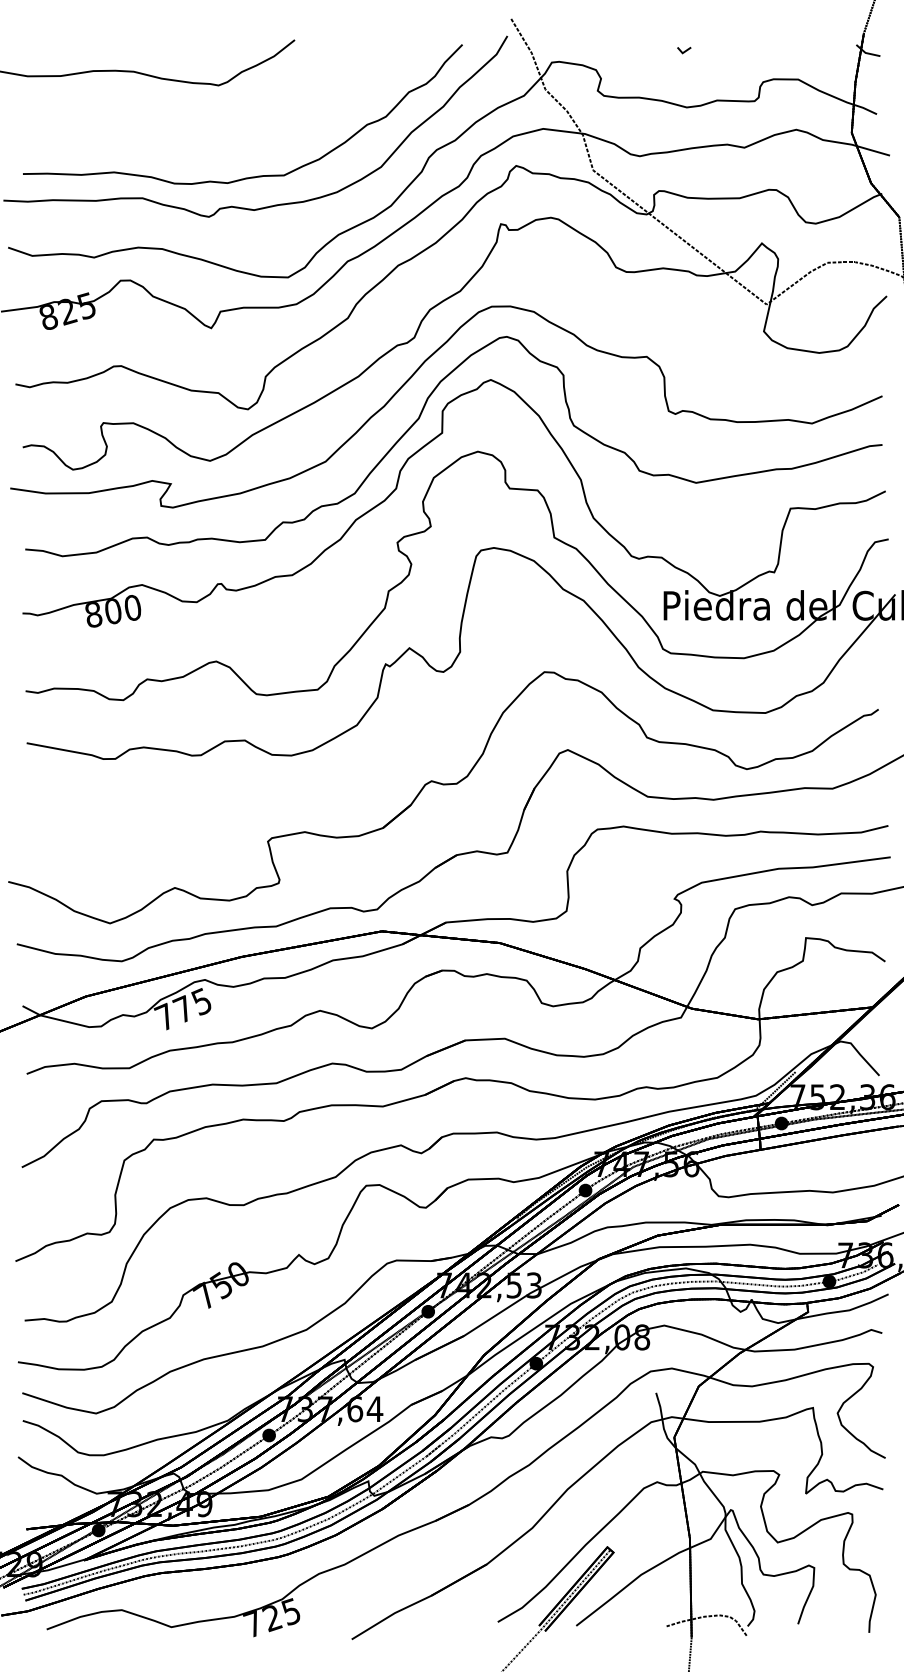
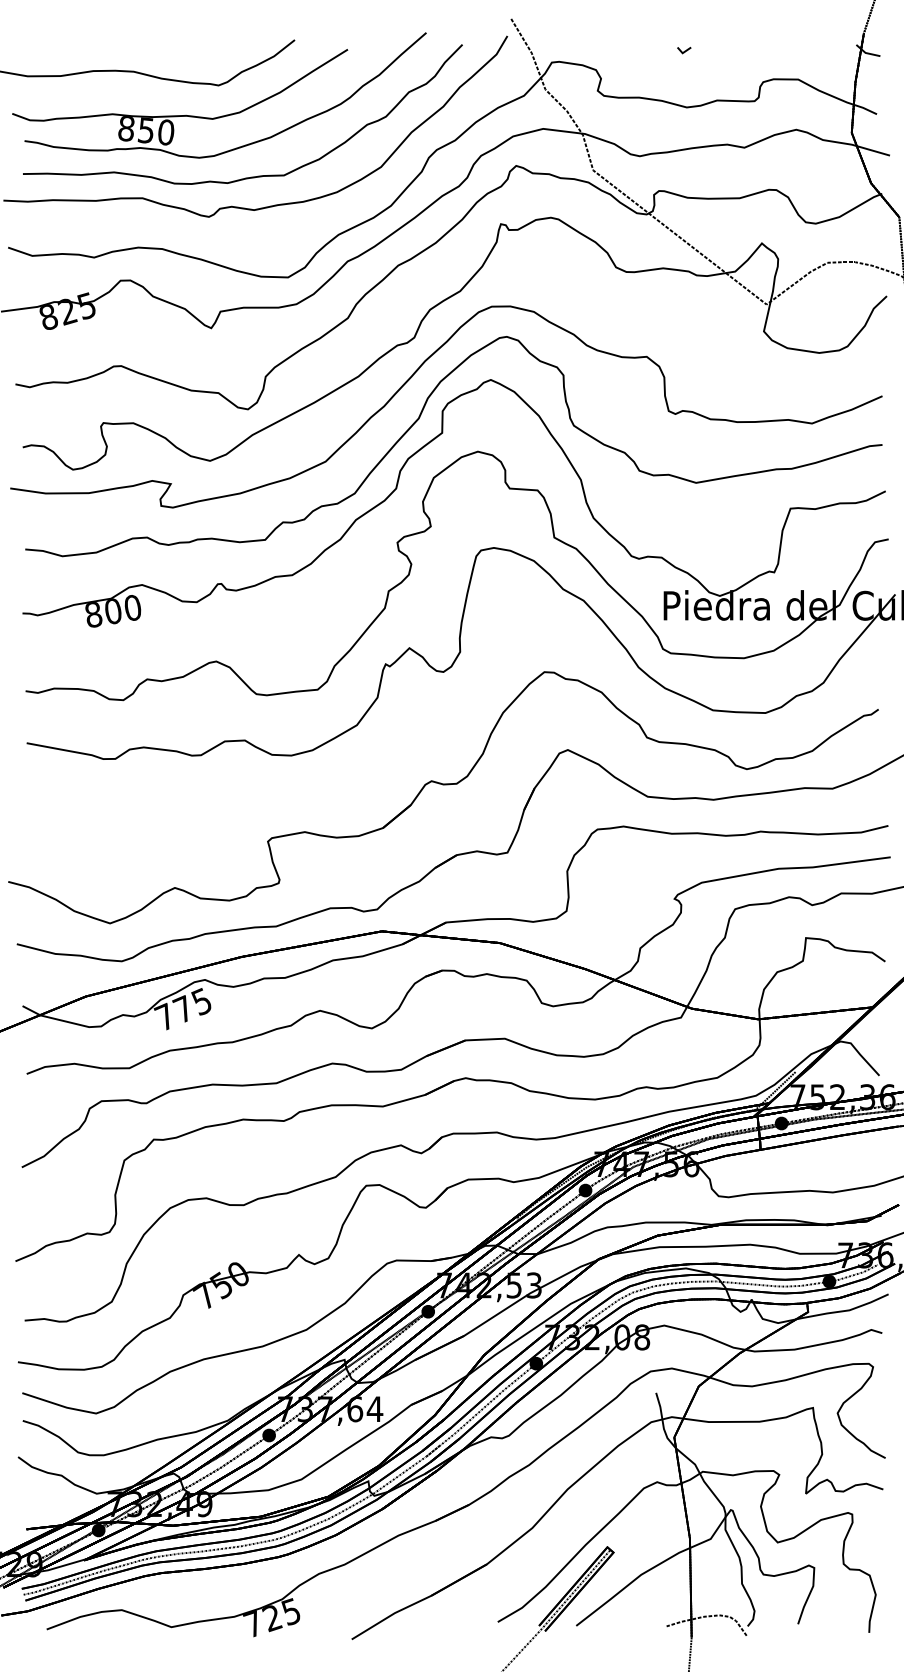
part at (221, 115): none -> present
